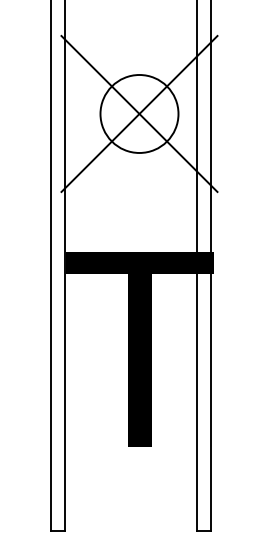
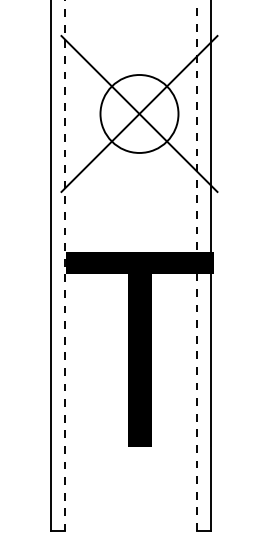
line at (196, 264): solid -> dashed
line at (65, 265): solid -> dashed
